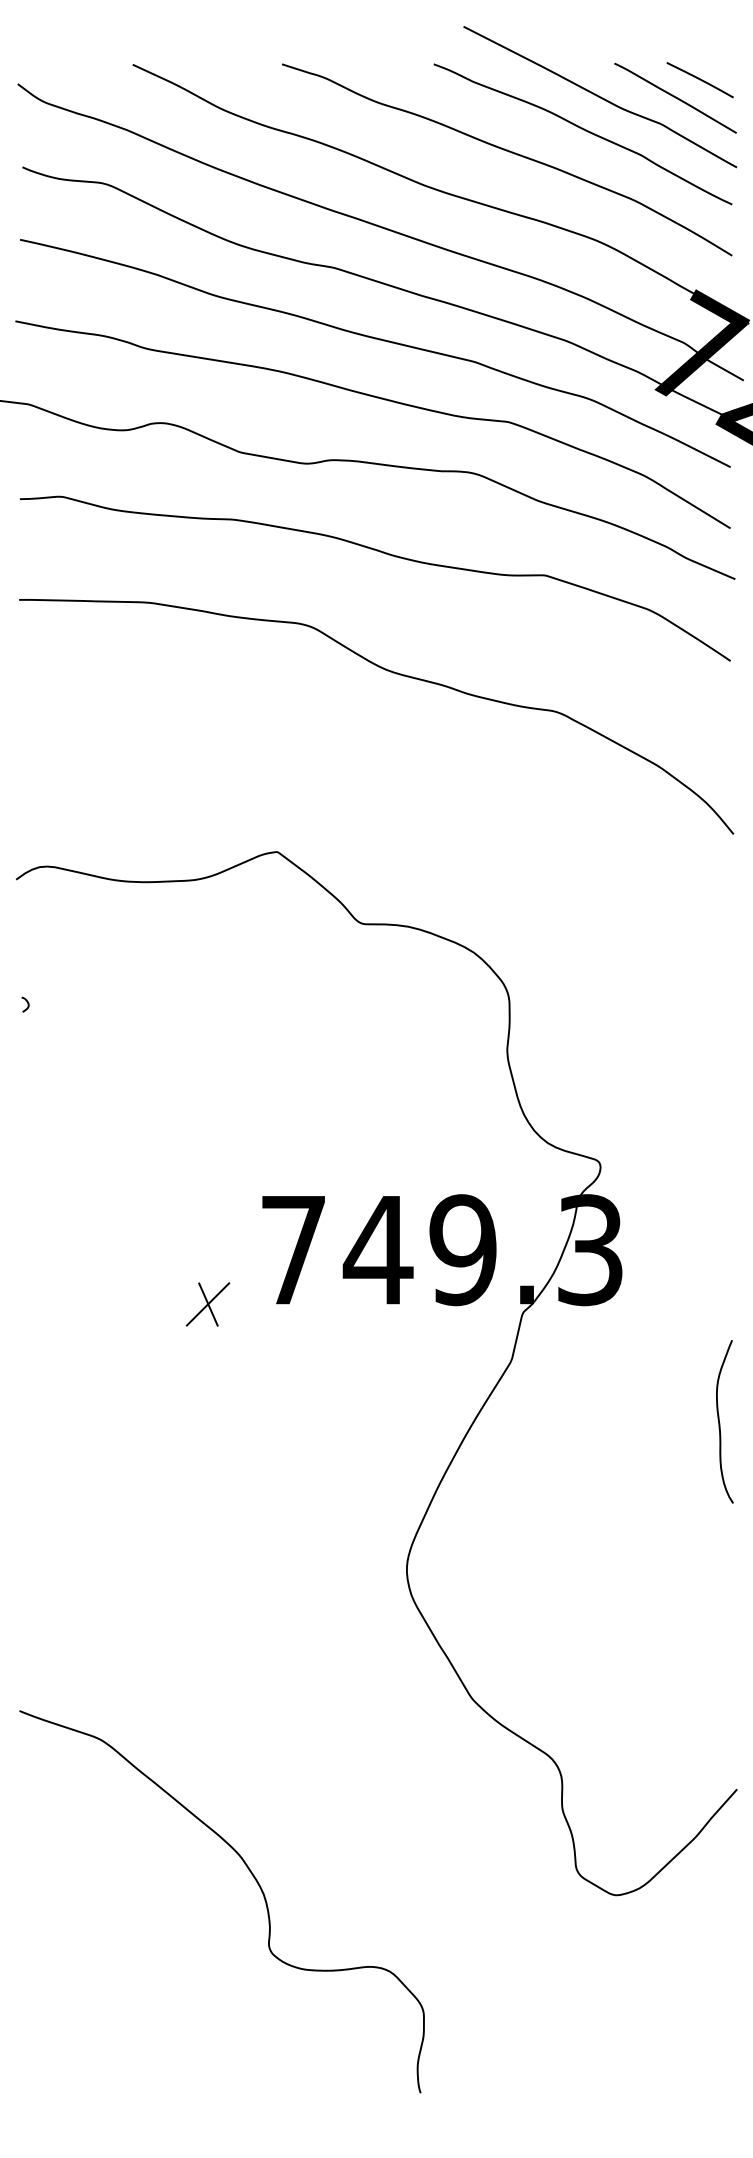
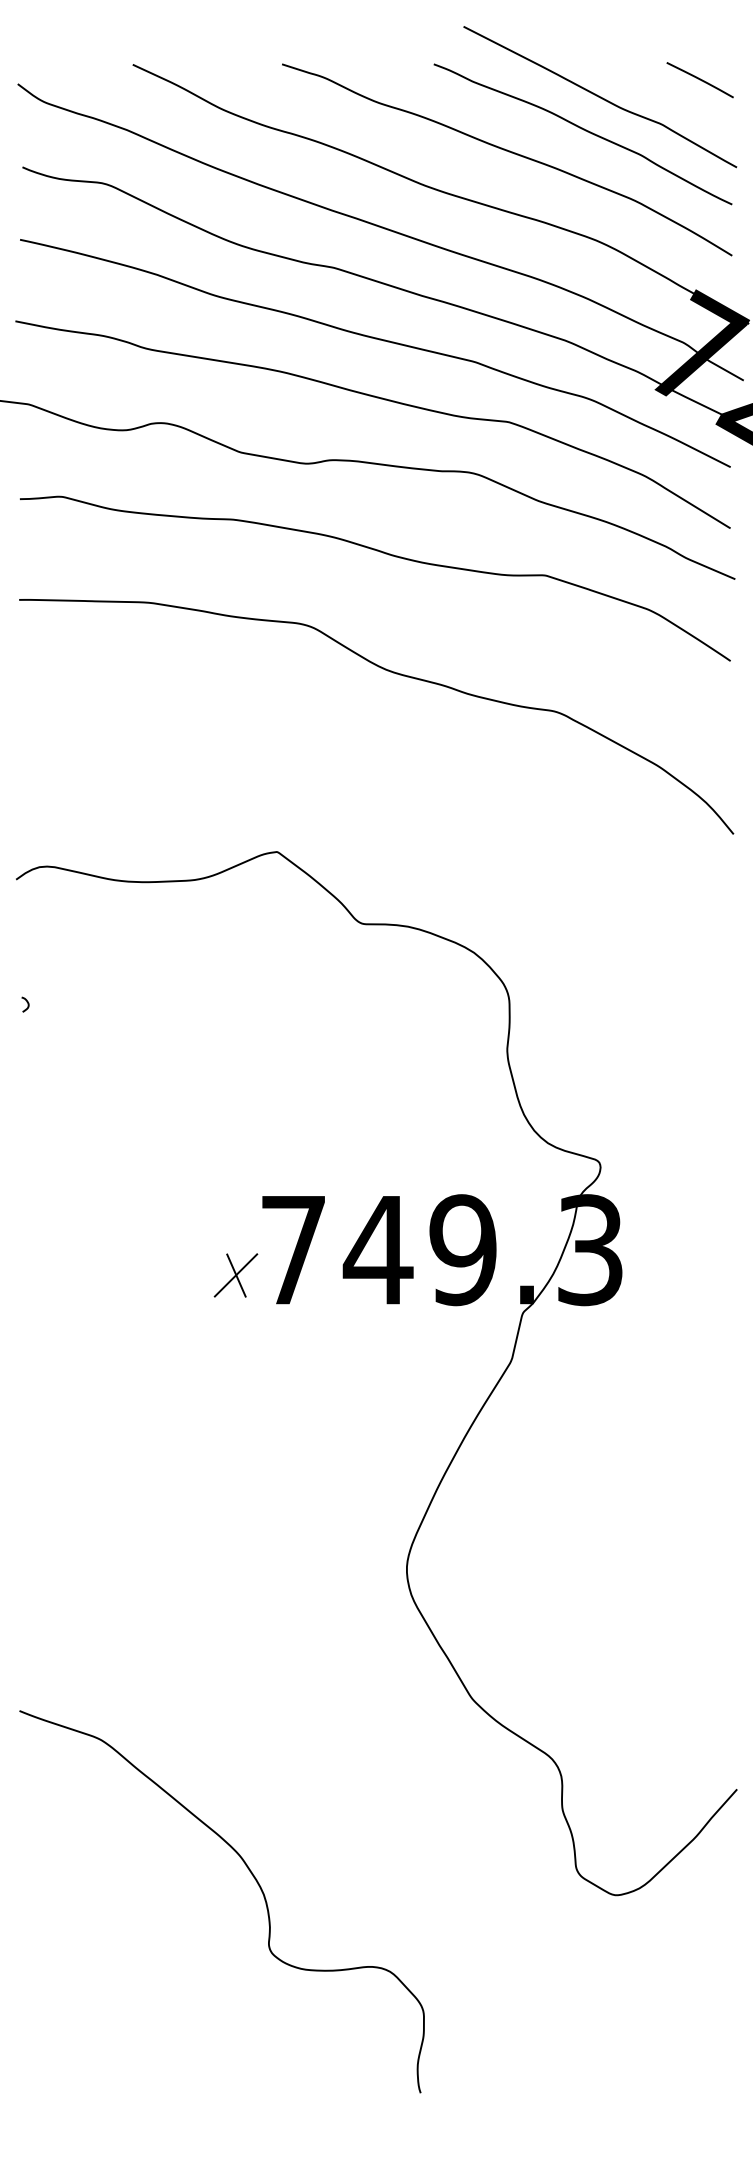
line at (675, 98): present -> none
part at (207, 1304) position: (207, 1304) -> (235, 1275)
curve at (720, 1423): present -> none
